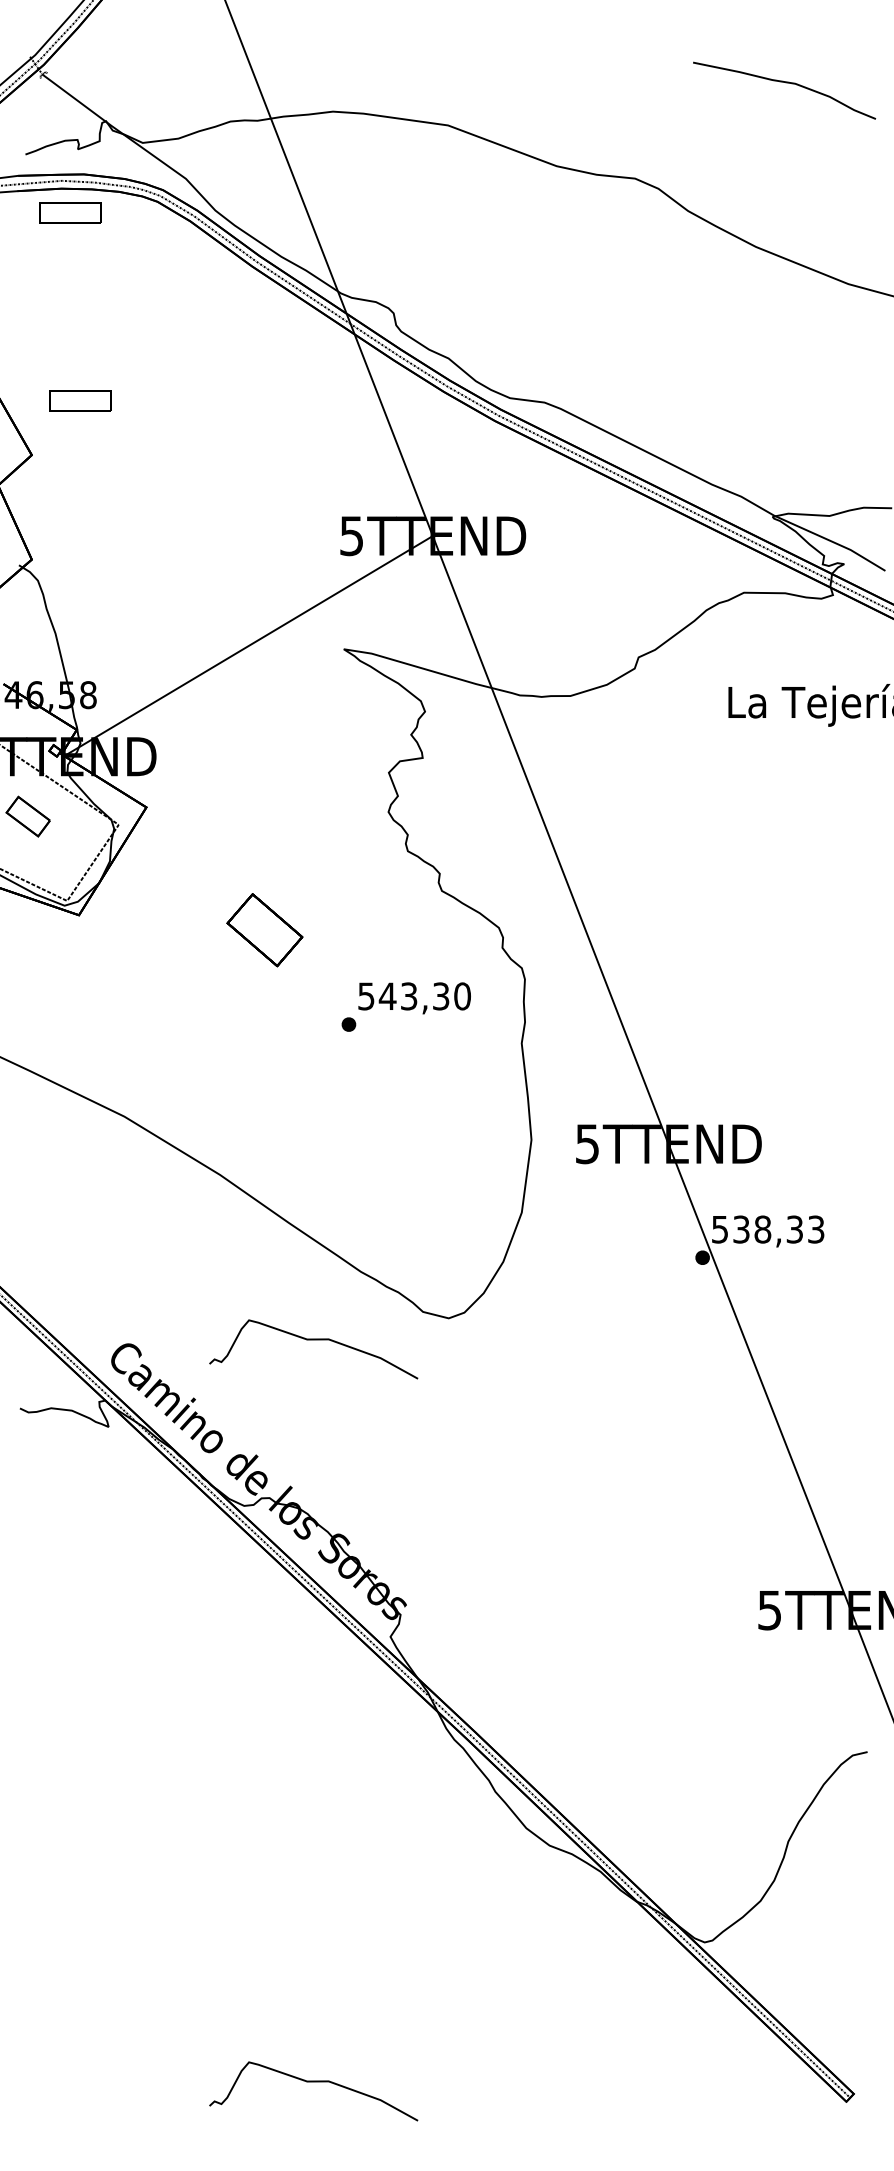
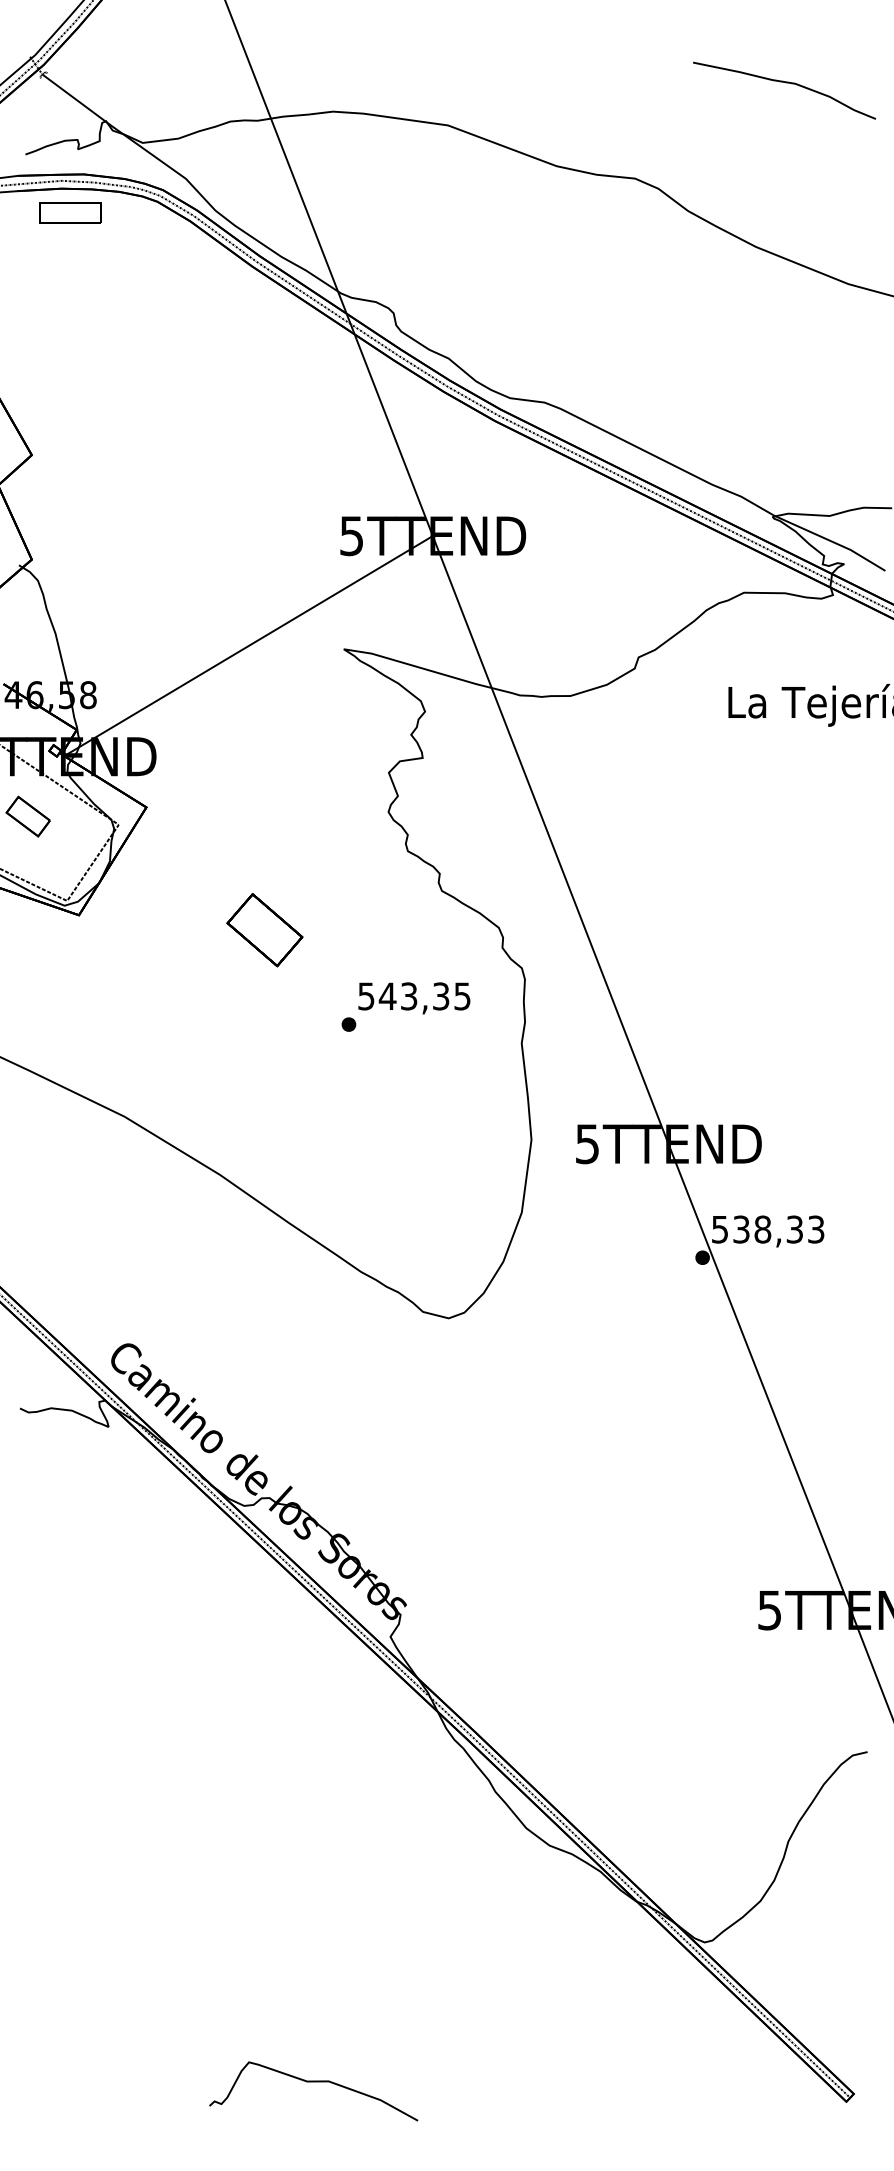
part at (80, 400): present -> none
text at (462, 996): 543,30 -> 543,35
curve at (313, 1340): present -> none
